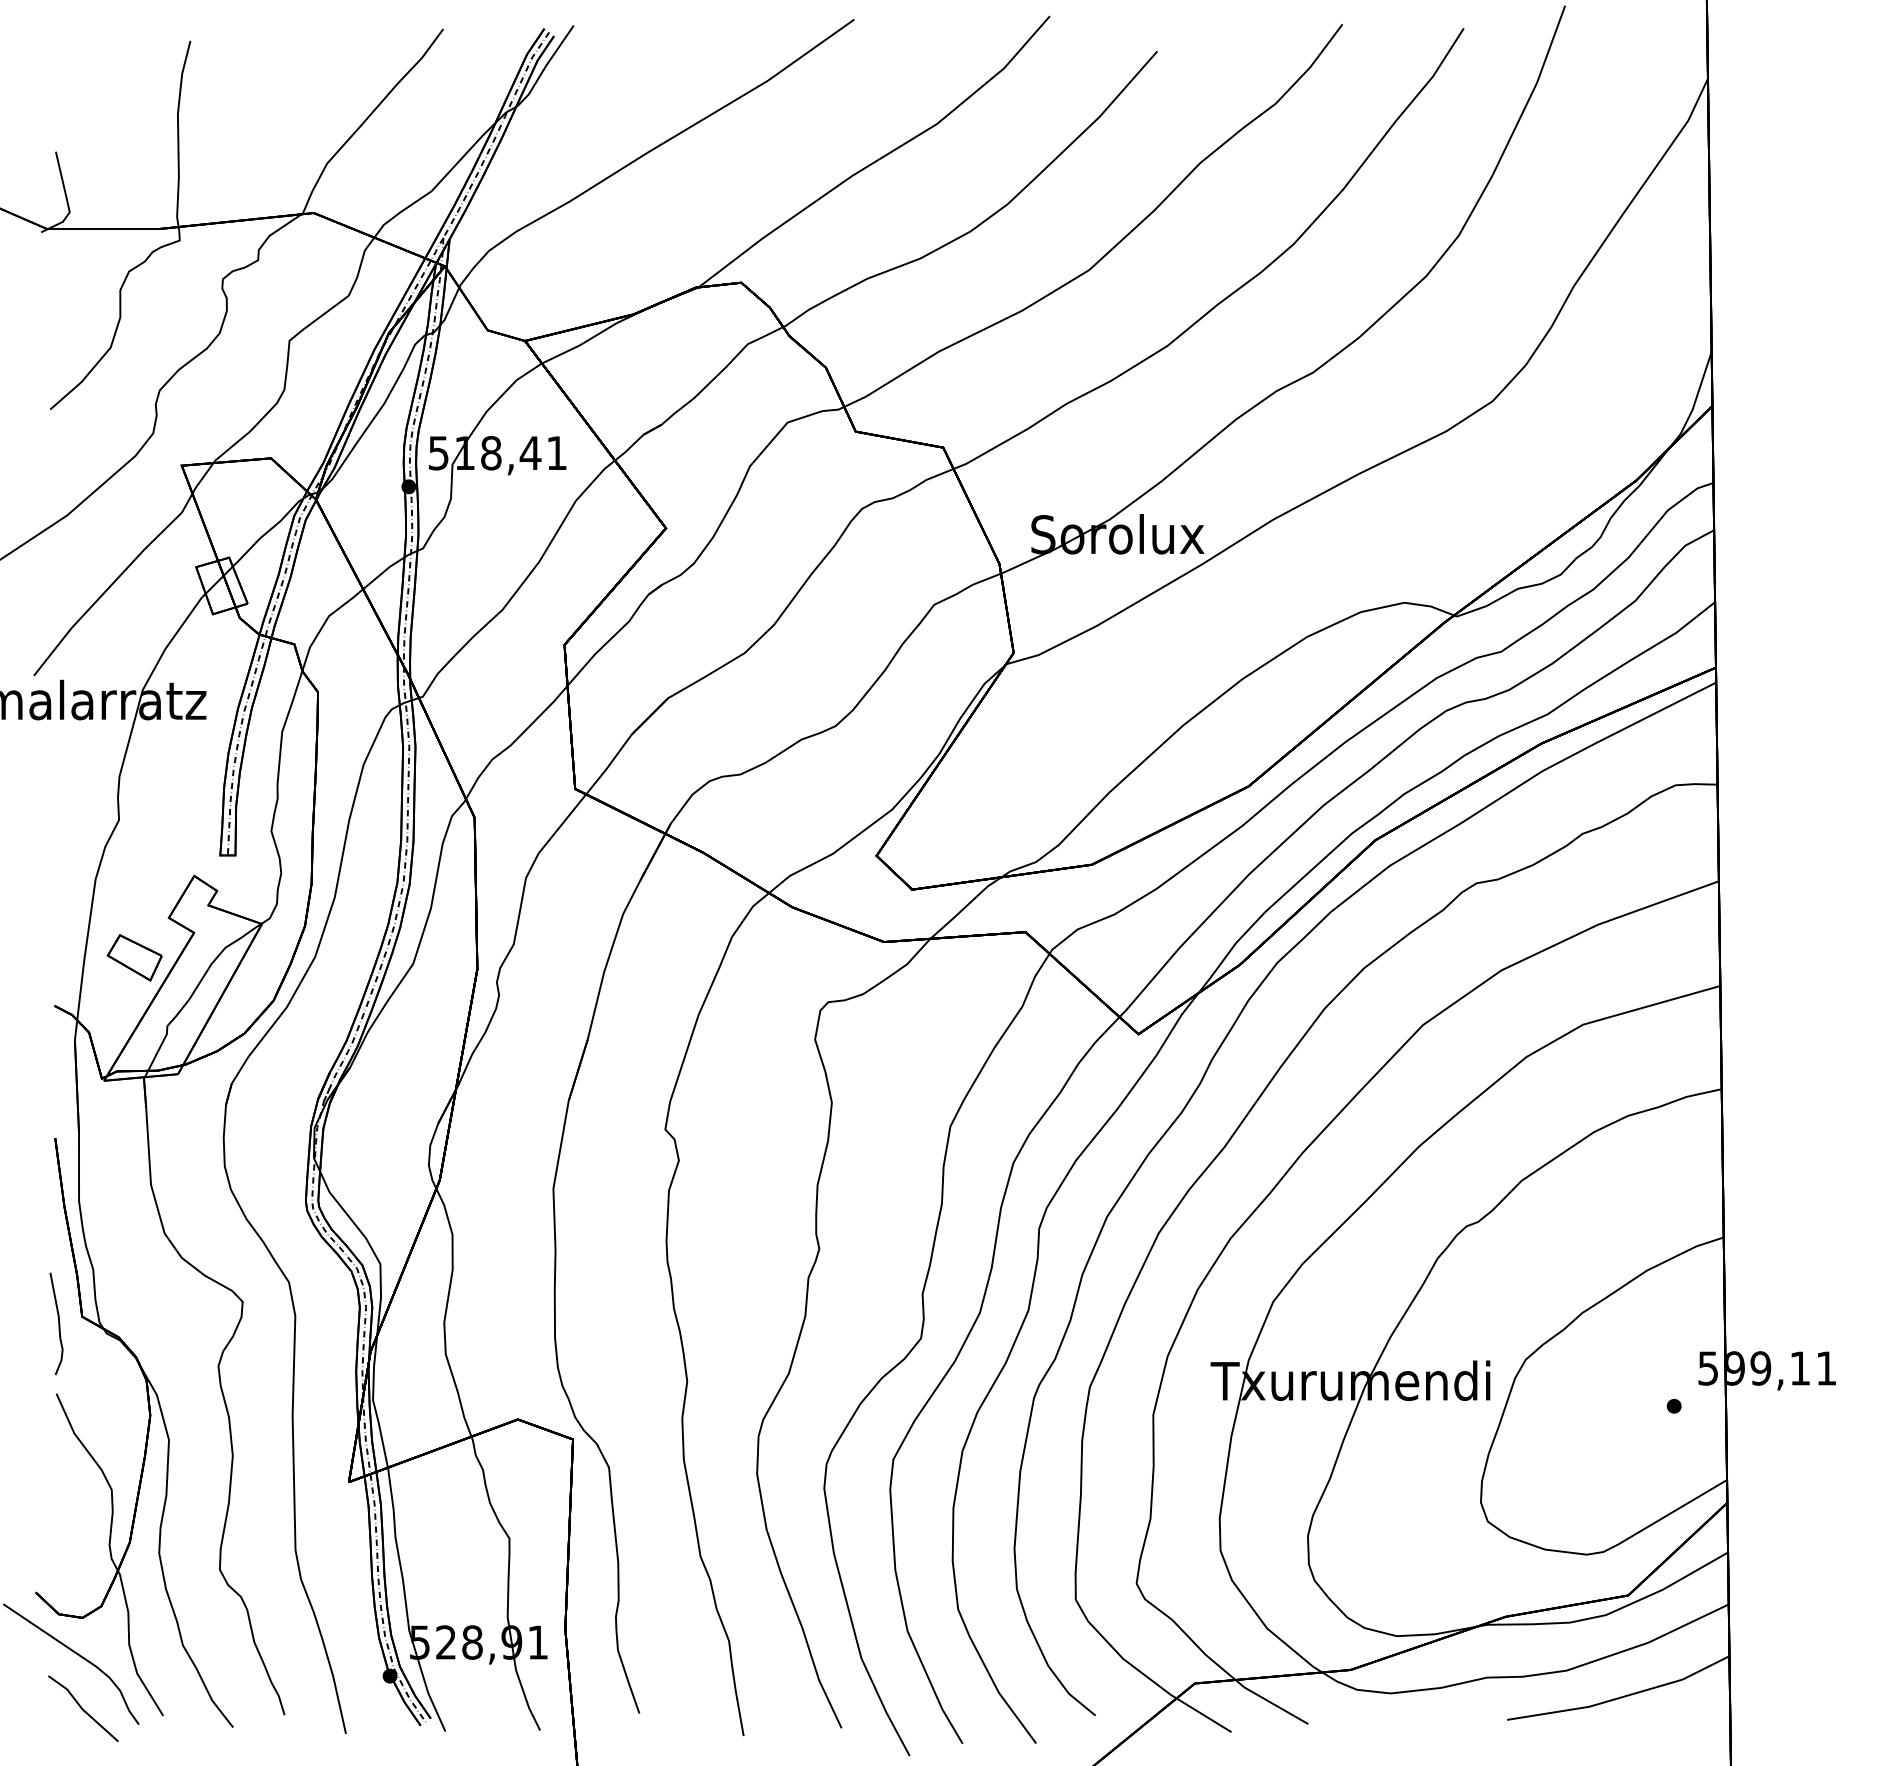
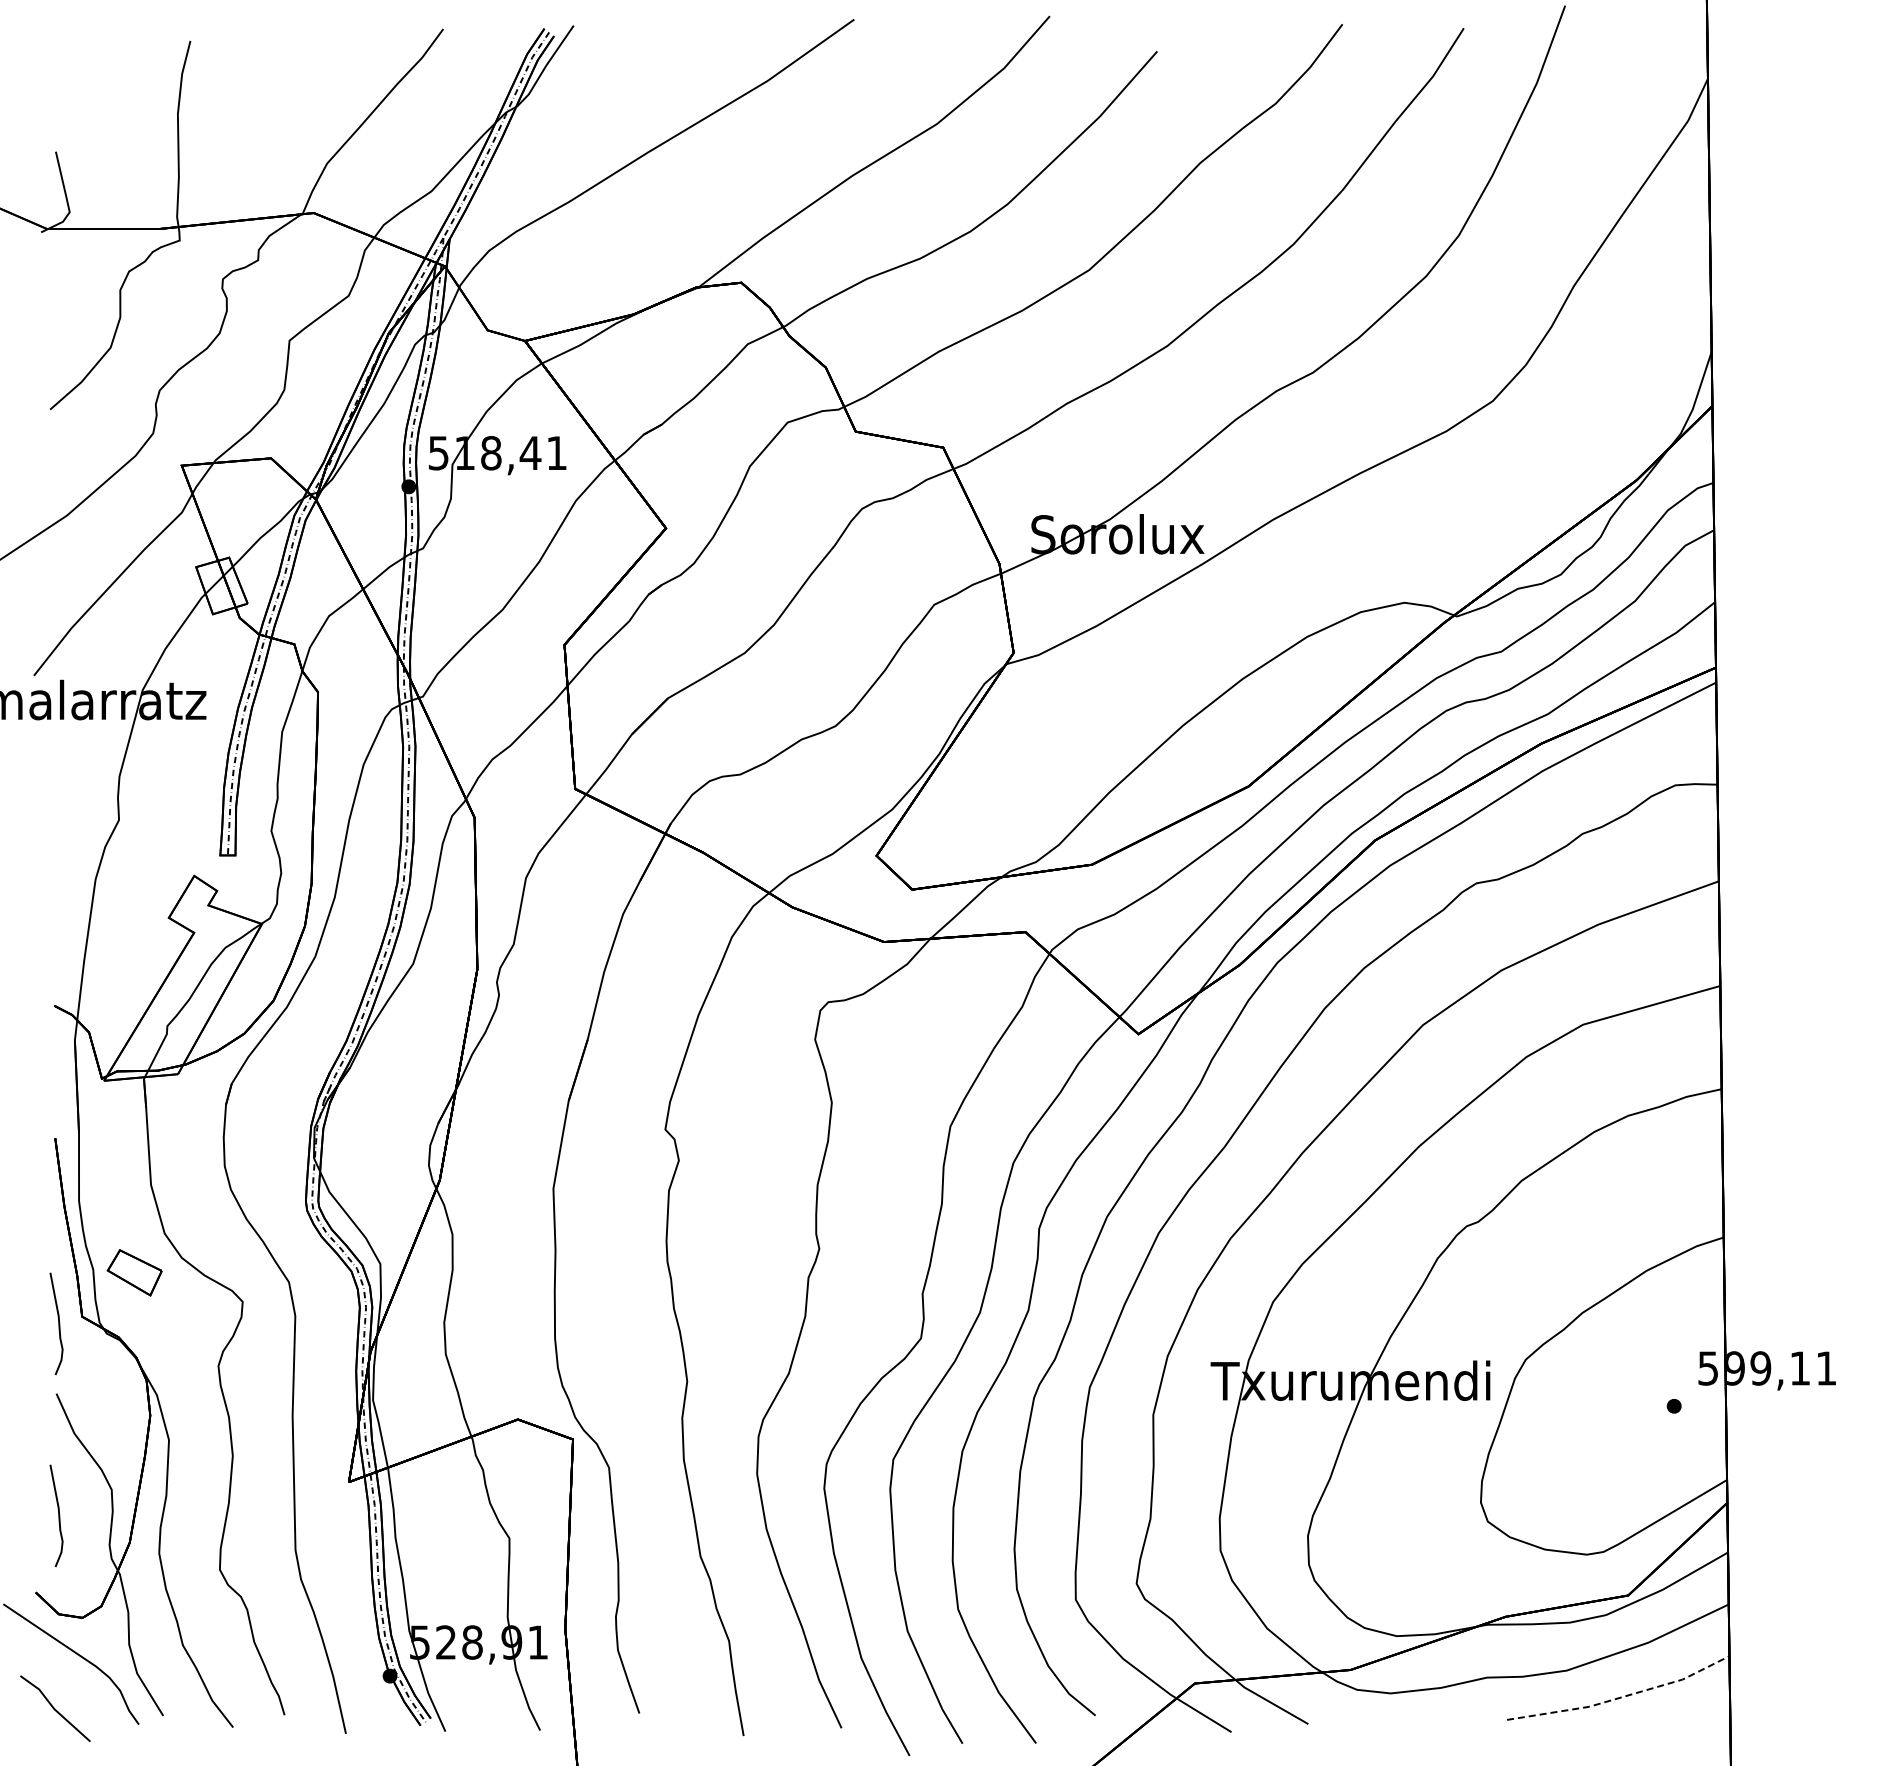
part at (134, 957) position: (134, 957) -> (134, 1272)
curve at (58, 1515): none -> present
line at (1621, 1697): solid -> dashed
line at (83, 1708) position: (83, 1708) -> (55, 1708)
